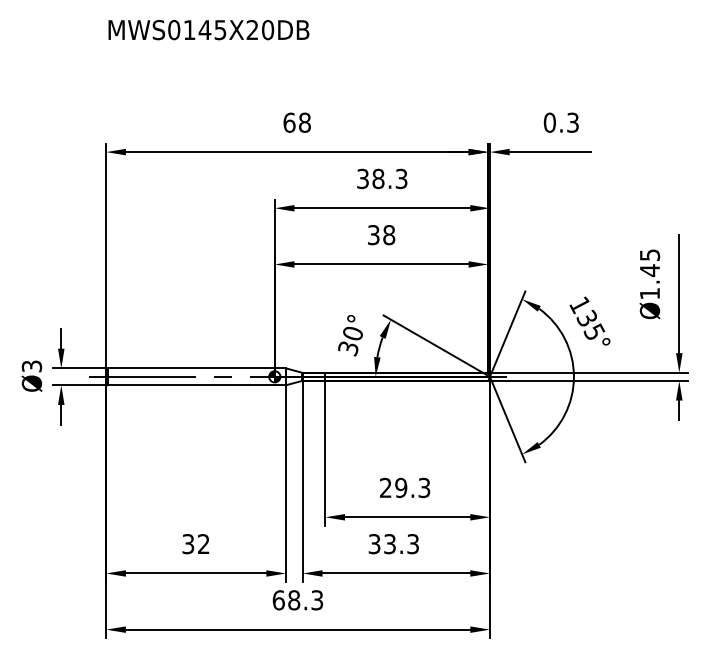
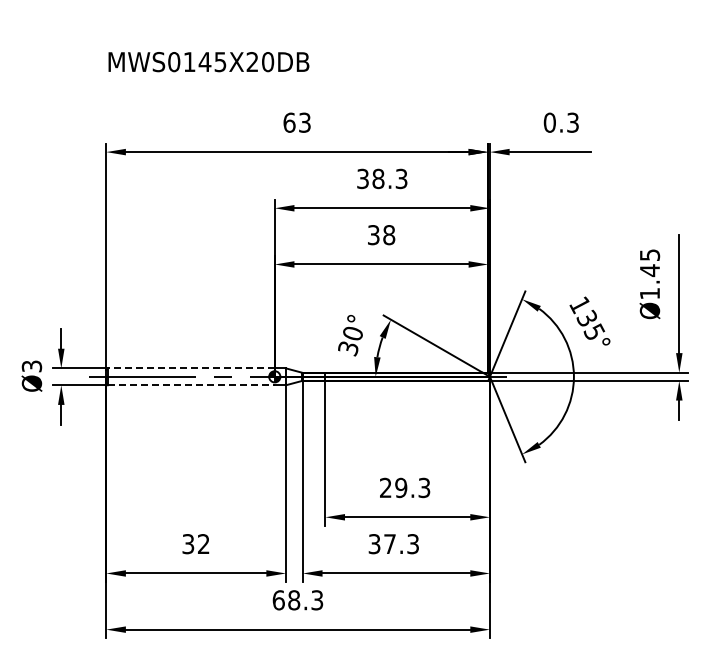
text at (208, 30) position: (208, 30) -> (208, 62)
text at (304, 122): 68 -> 63
line at (190, 368): solid -> dashed
line at (191, 385): solid -> dashed
text at (389, 544): 33.3 -> 37.3
